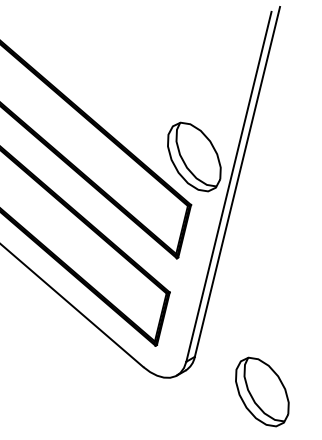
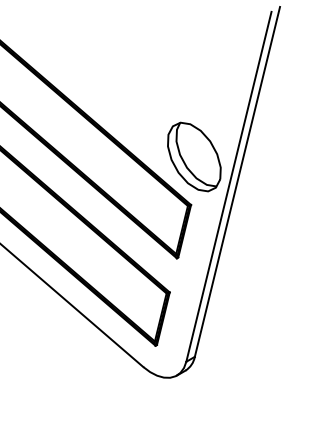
part at (262, 391): present -> none
